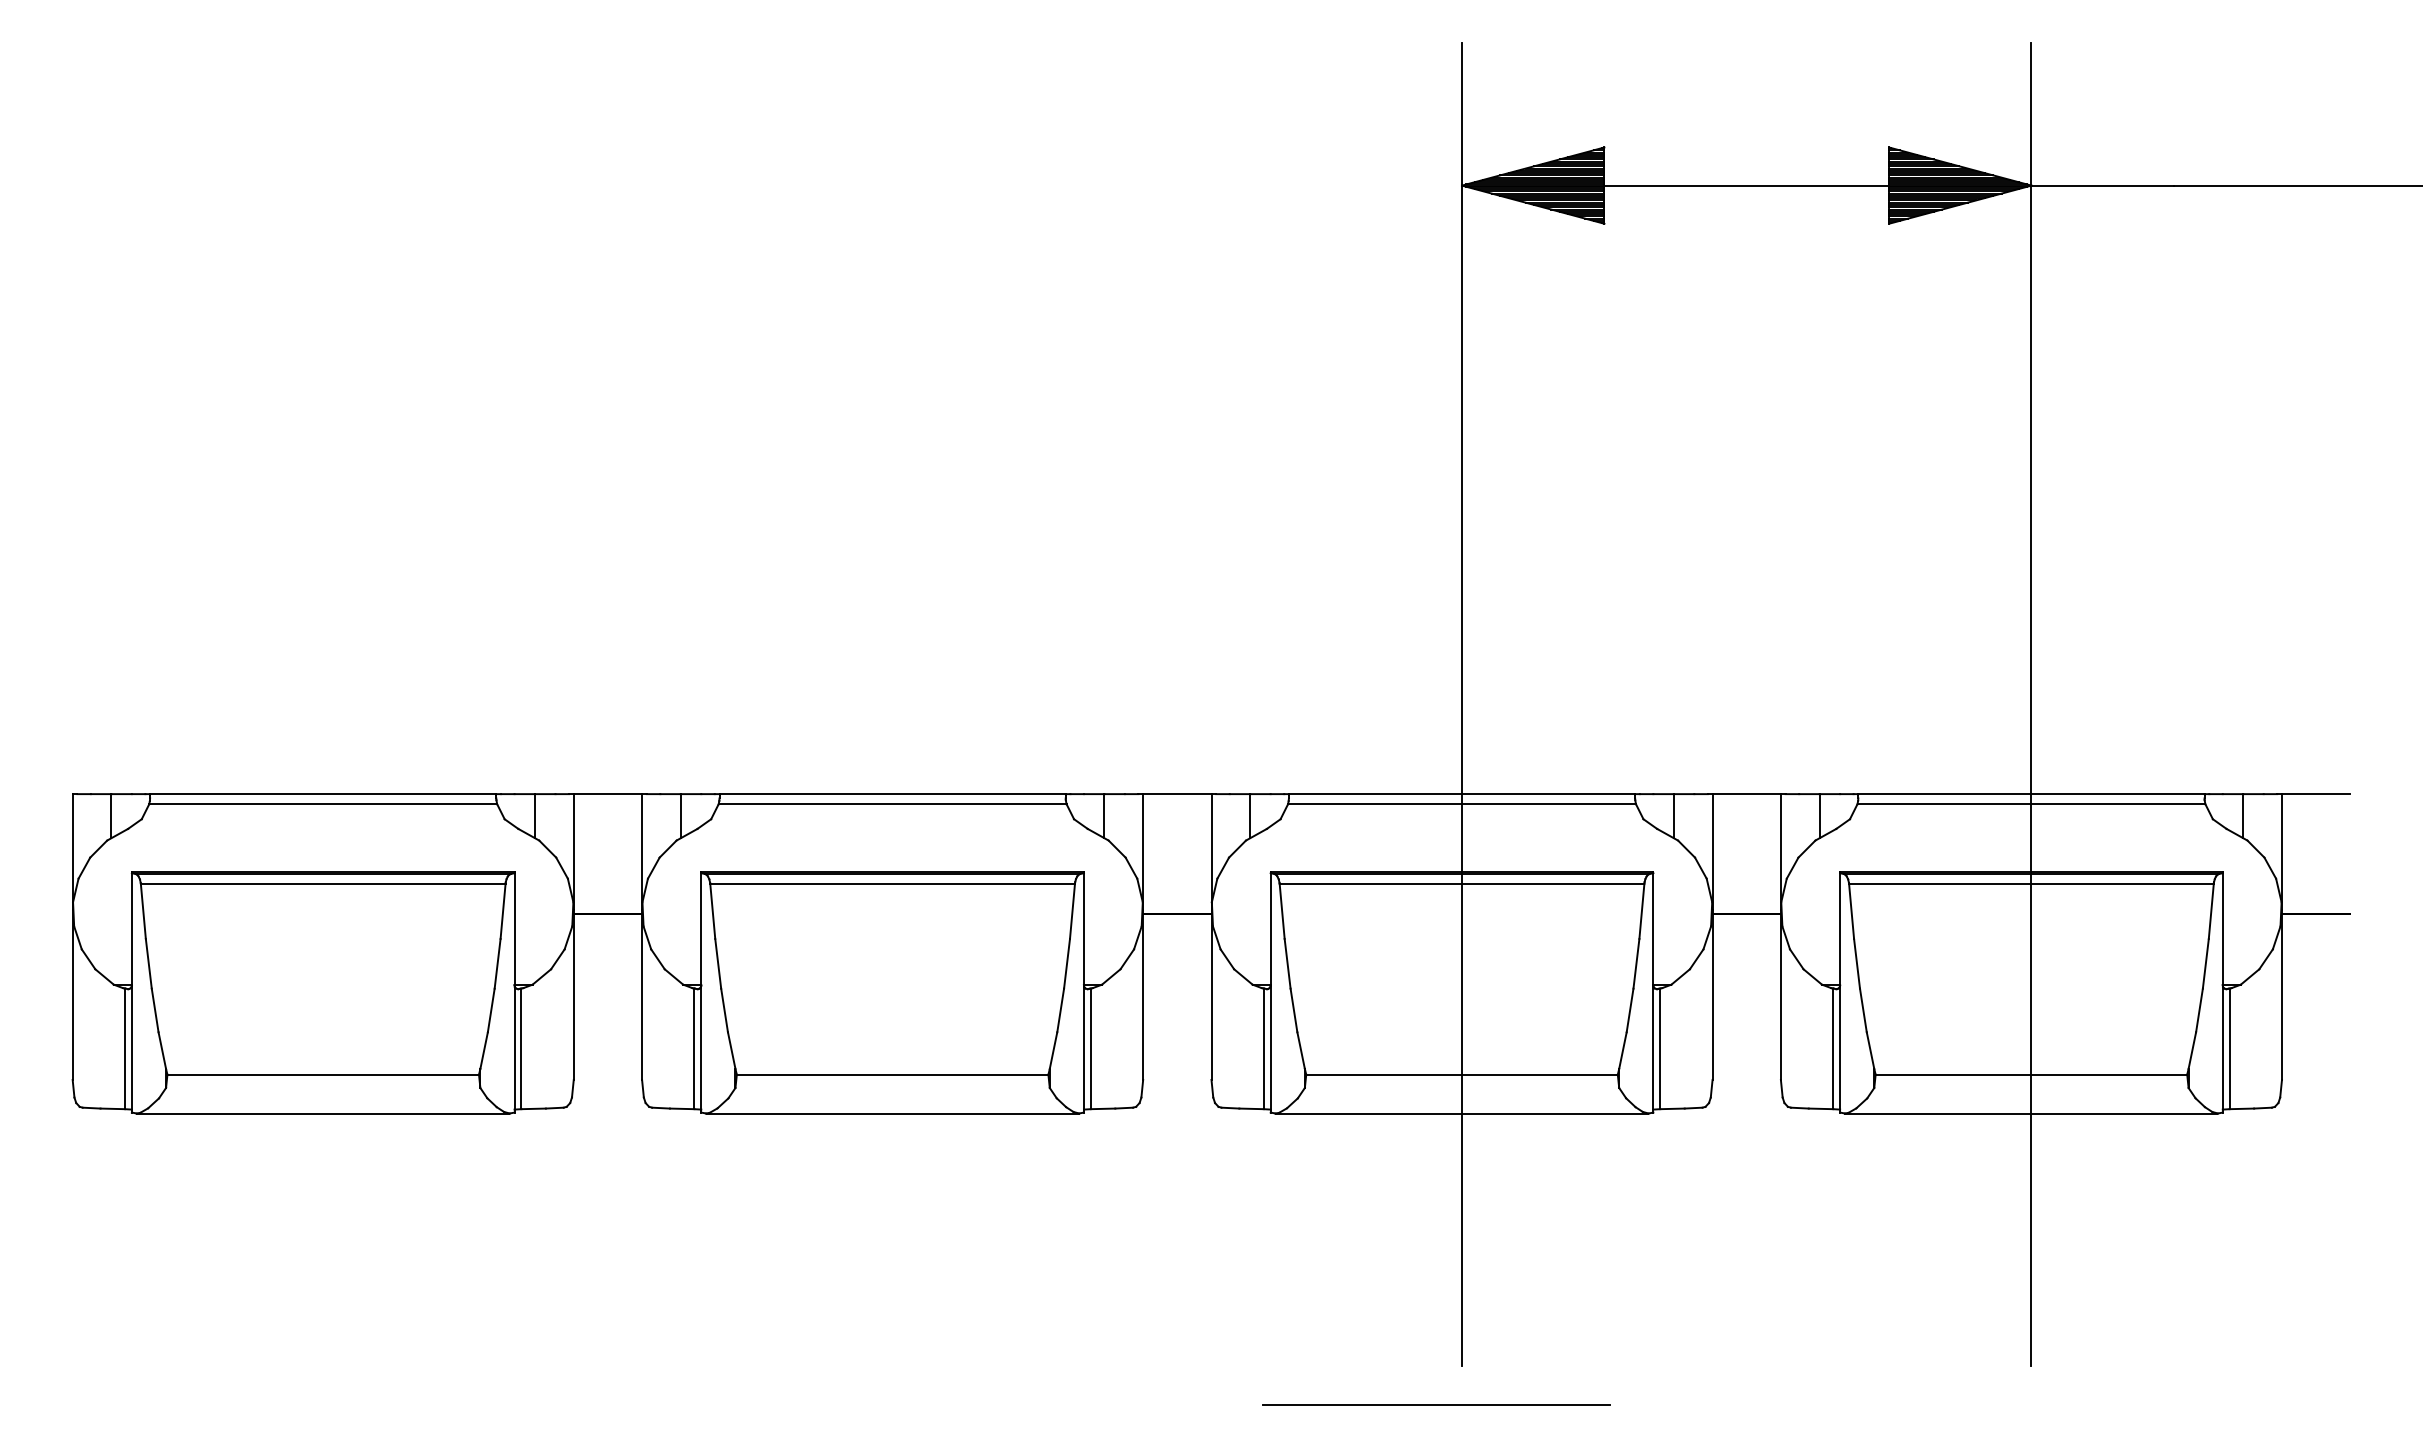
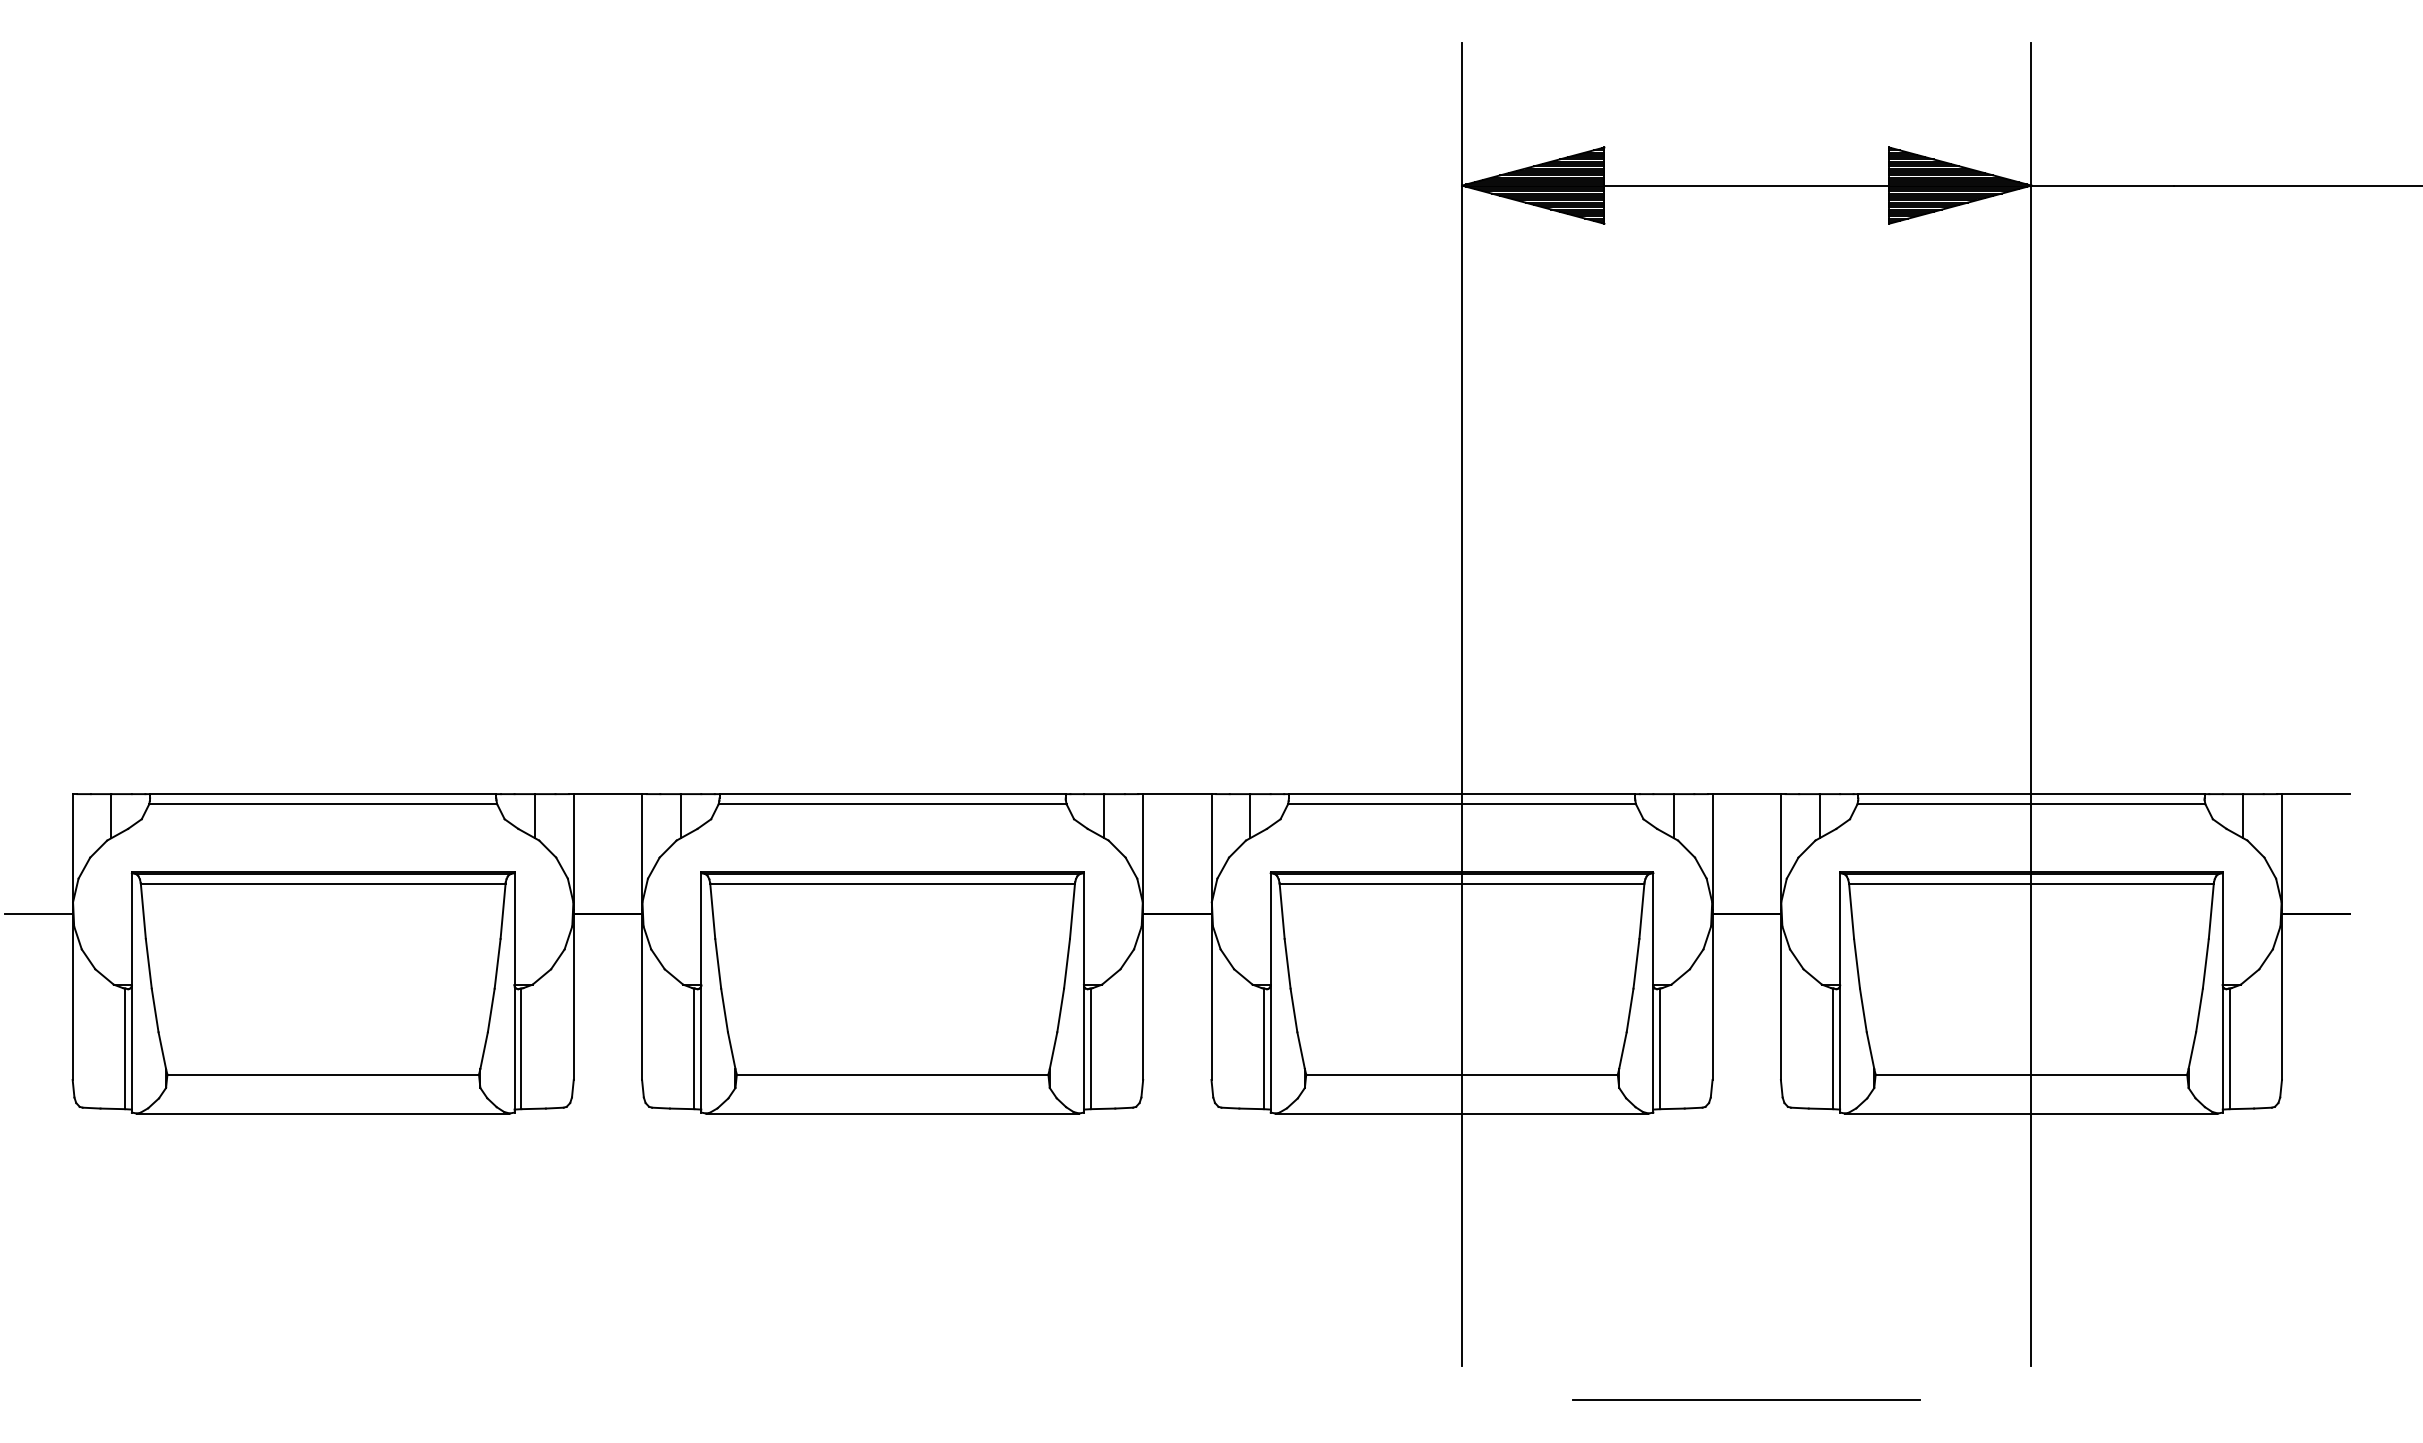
line at (38, 913): none -> present
line at (1436, 1404) position: (1436, 1404) -> (1746, 1399)
